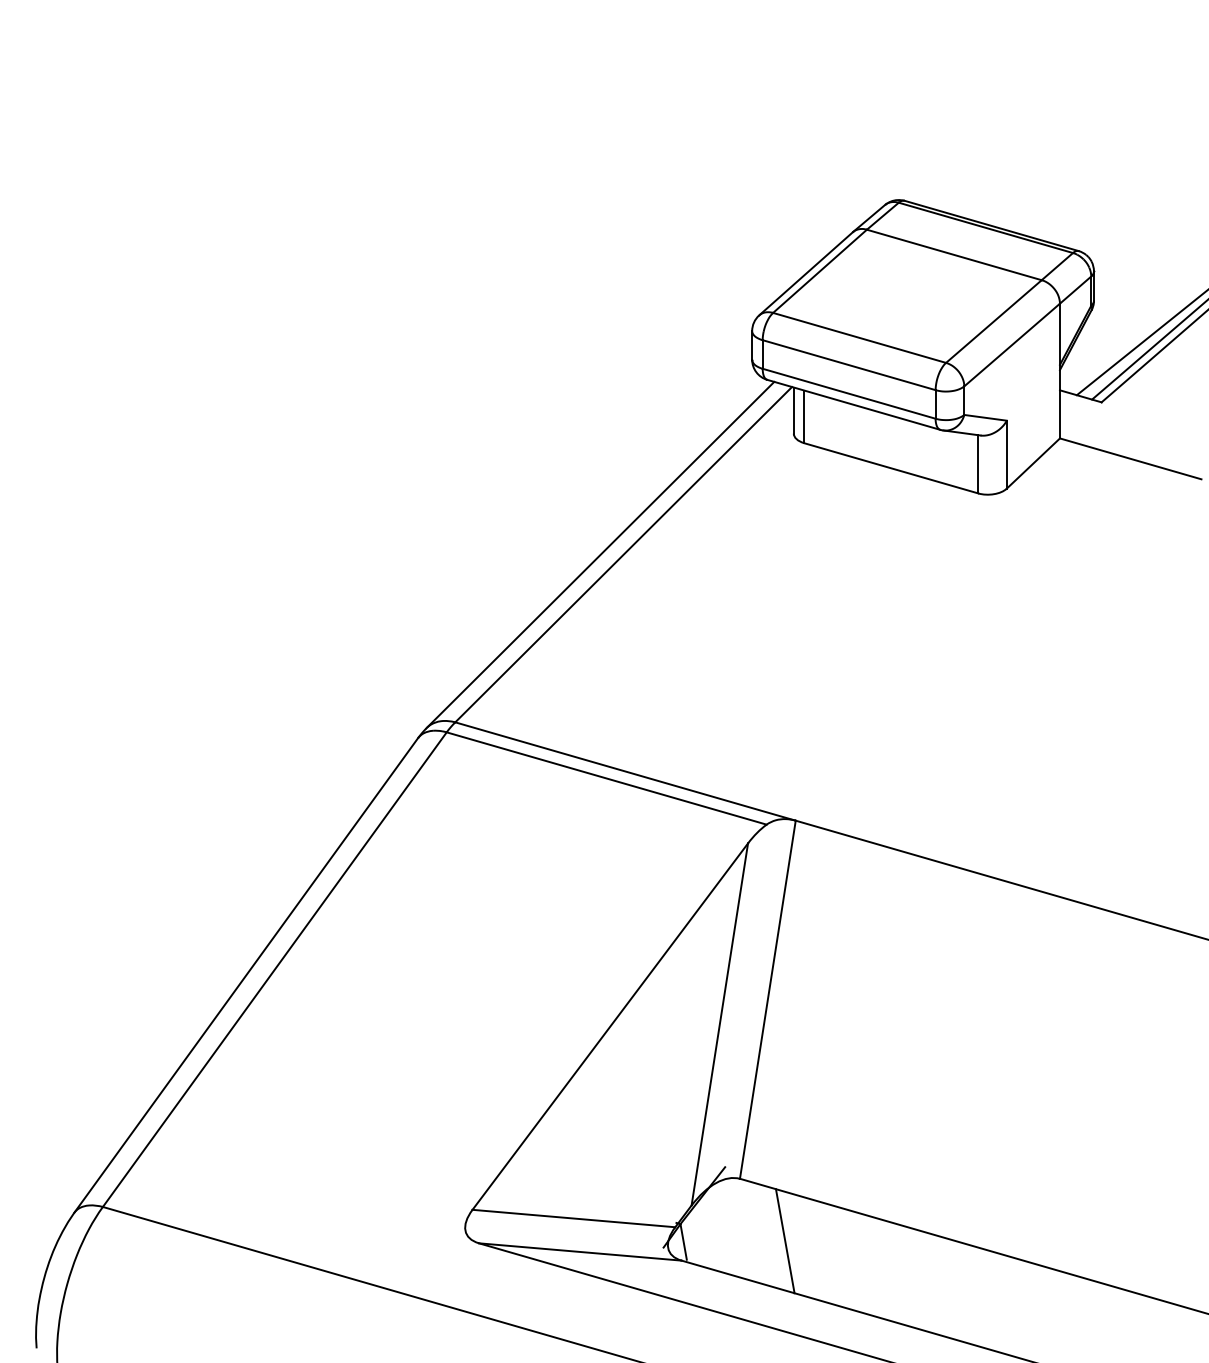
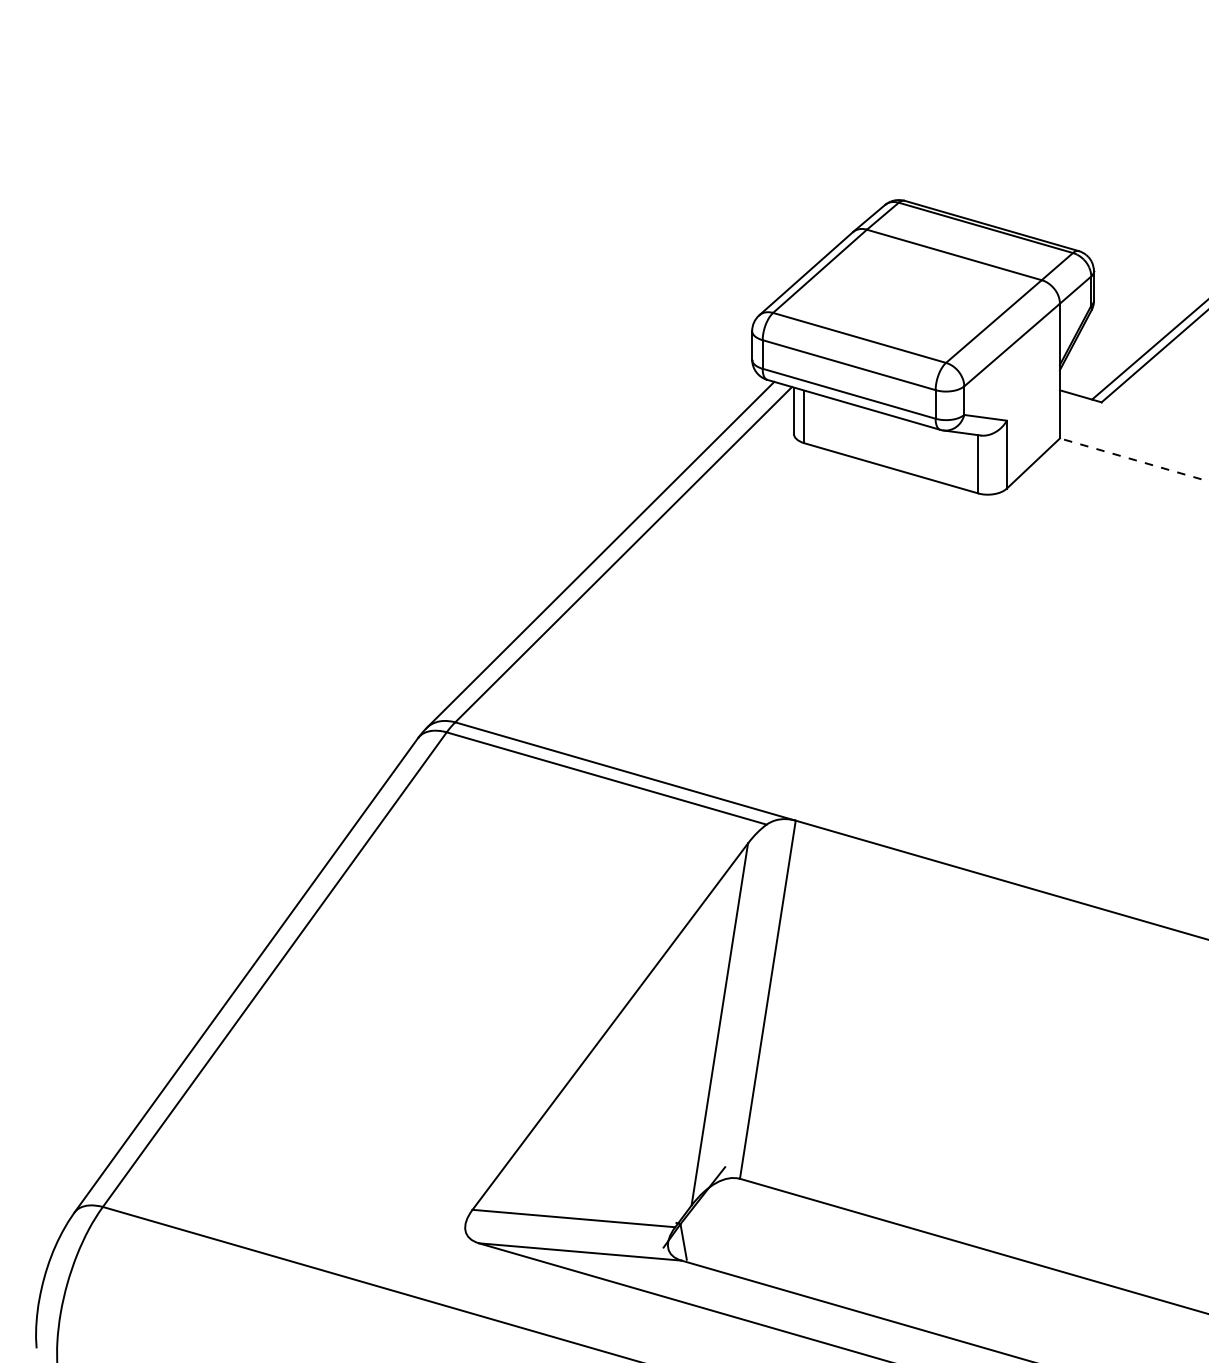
line at (1140, 343): present -> none
line at (1130, 458): solid -> dashed
line at (784, 1241): present -> none
